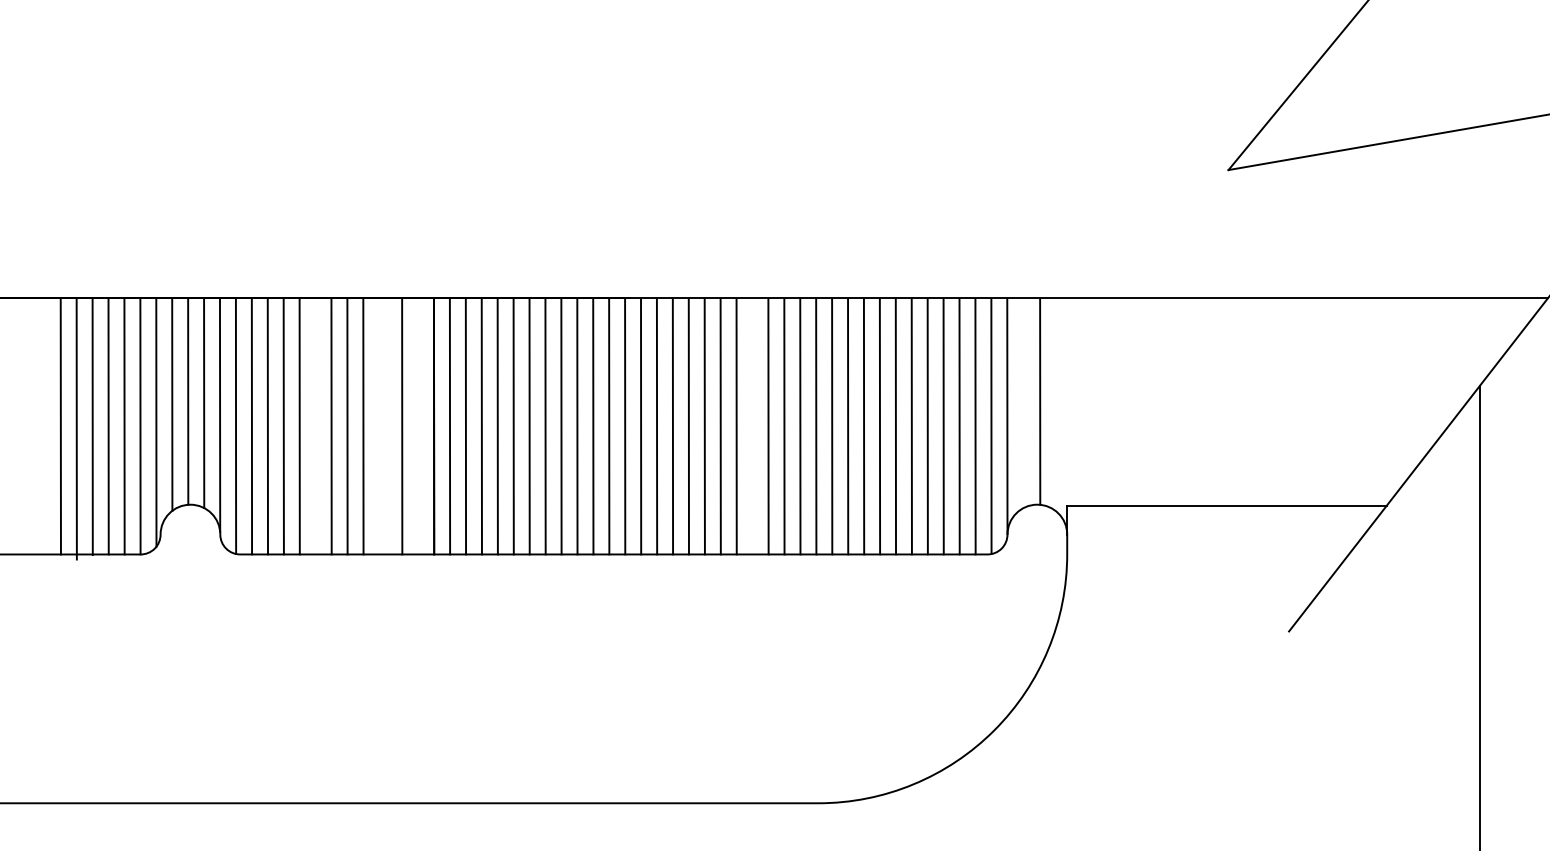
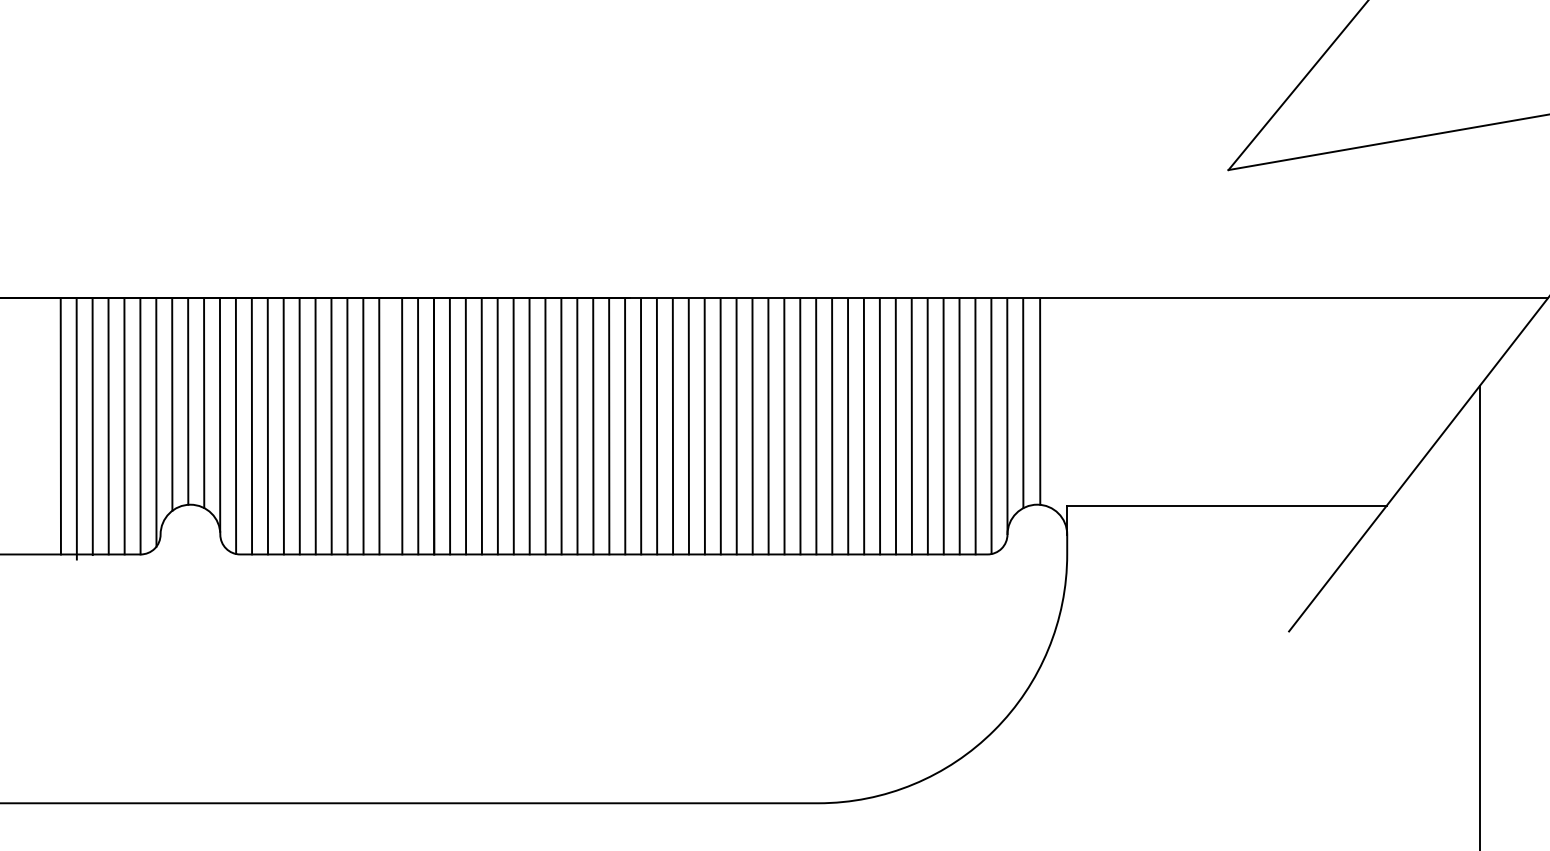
line at (1023, 403): none -> present
line at (315, 426): none -> present
line at (379, 426): none -> present
line at (418, 426): none -> present
line at (752, 426): none -> present
